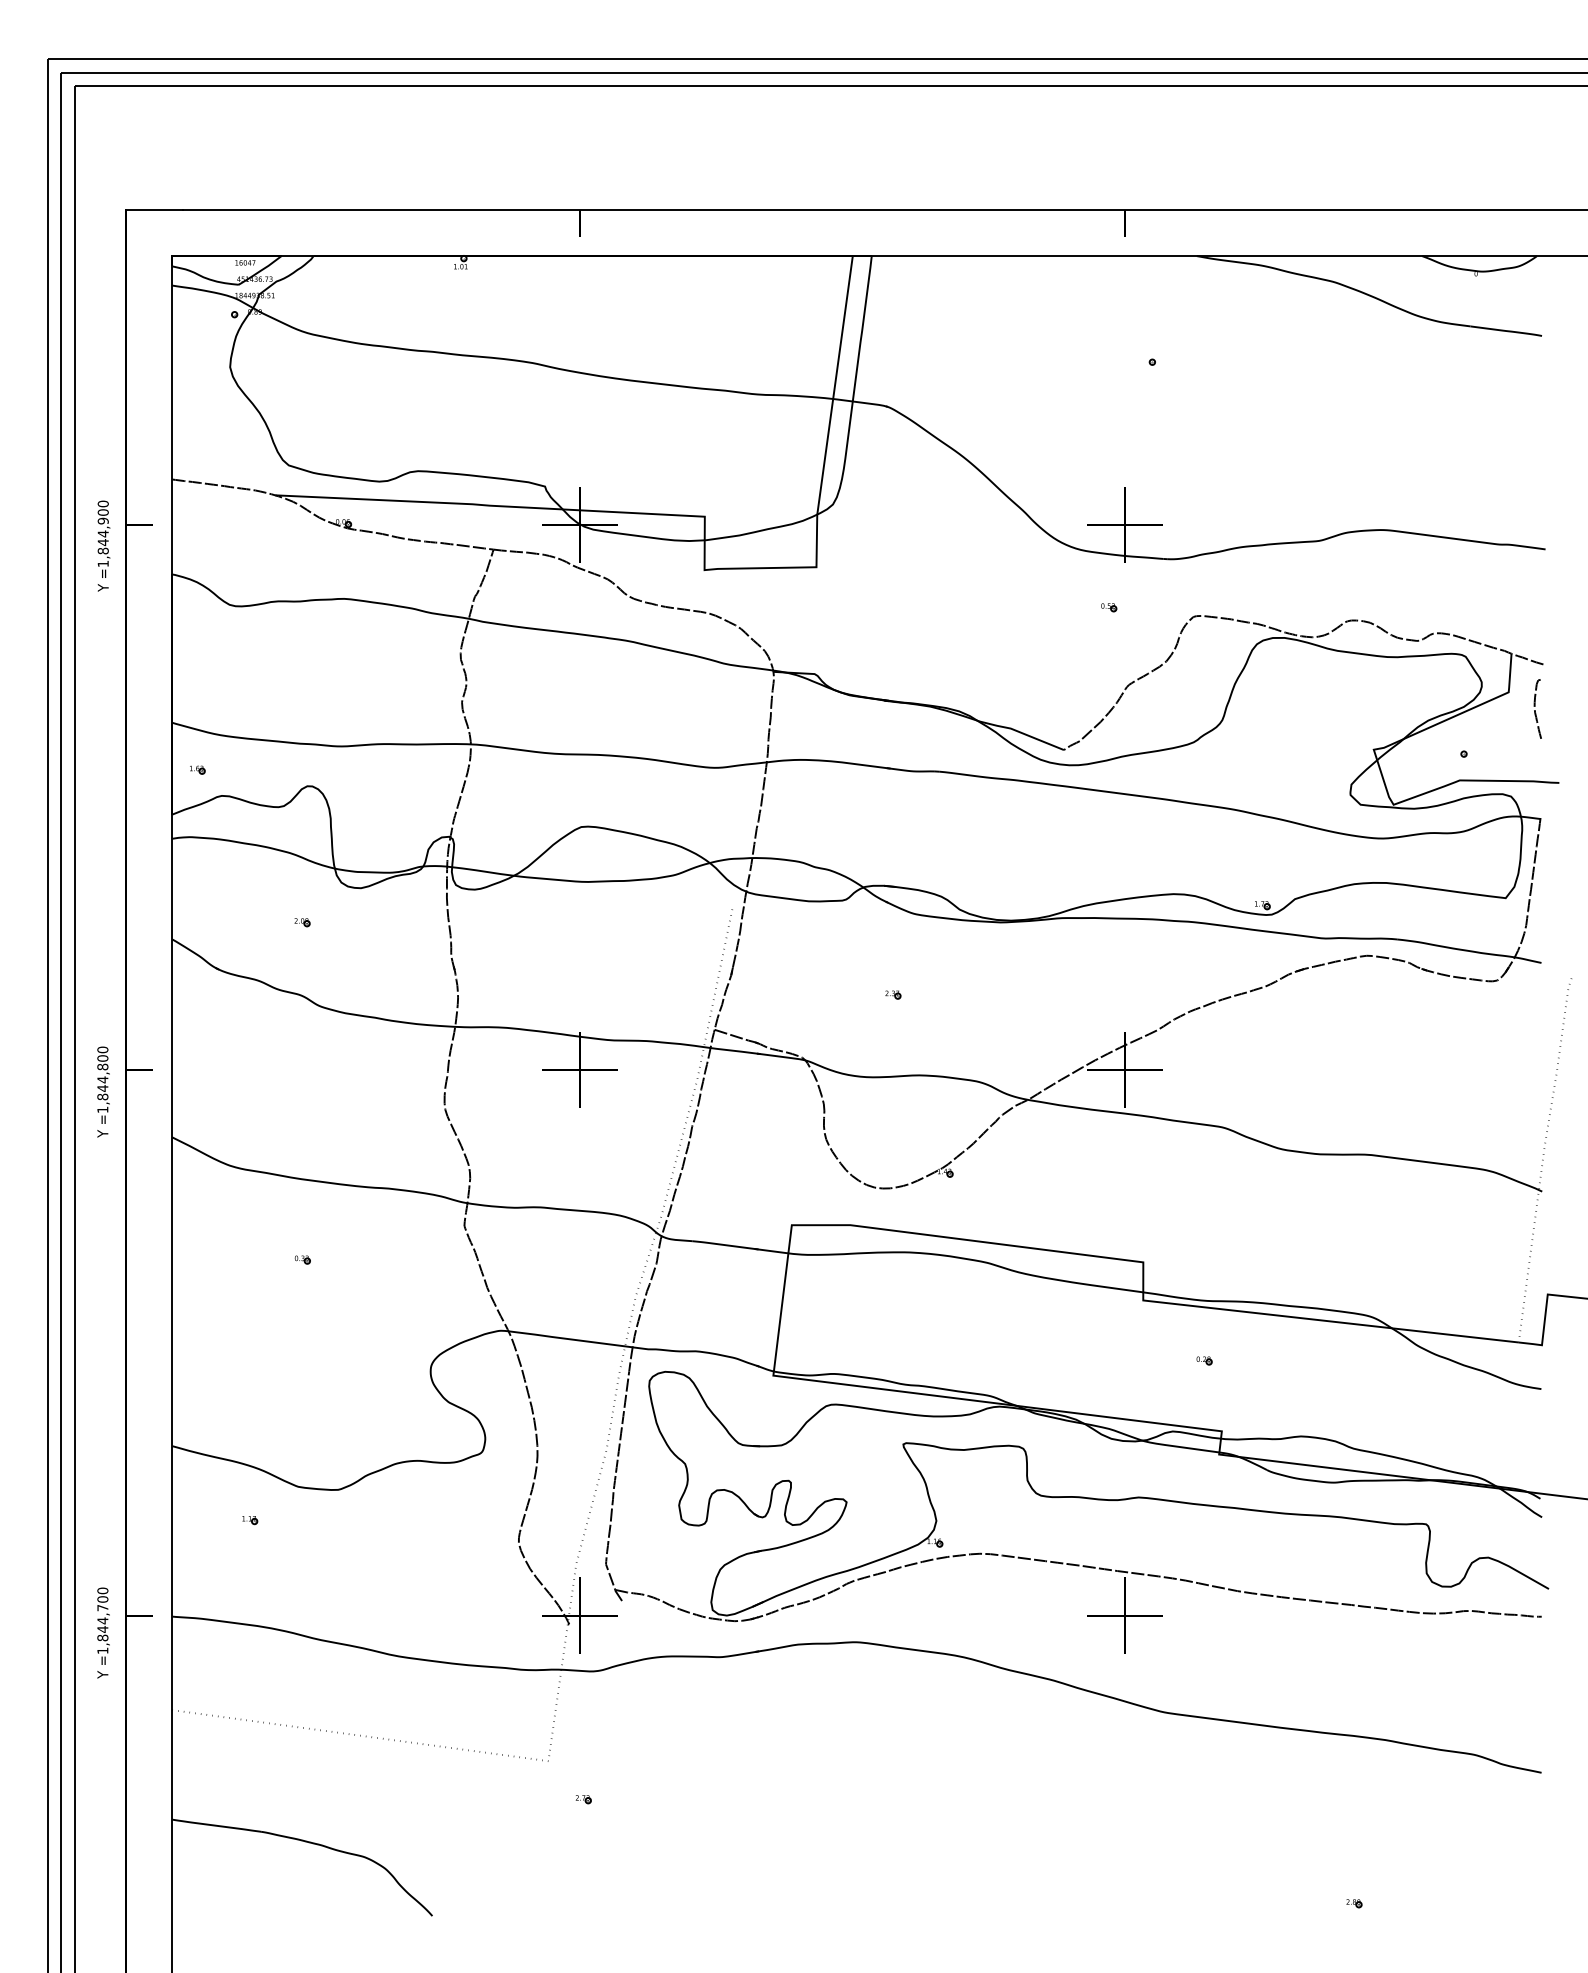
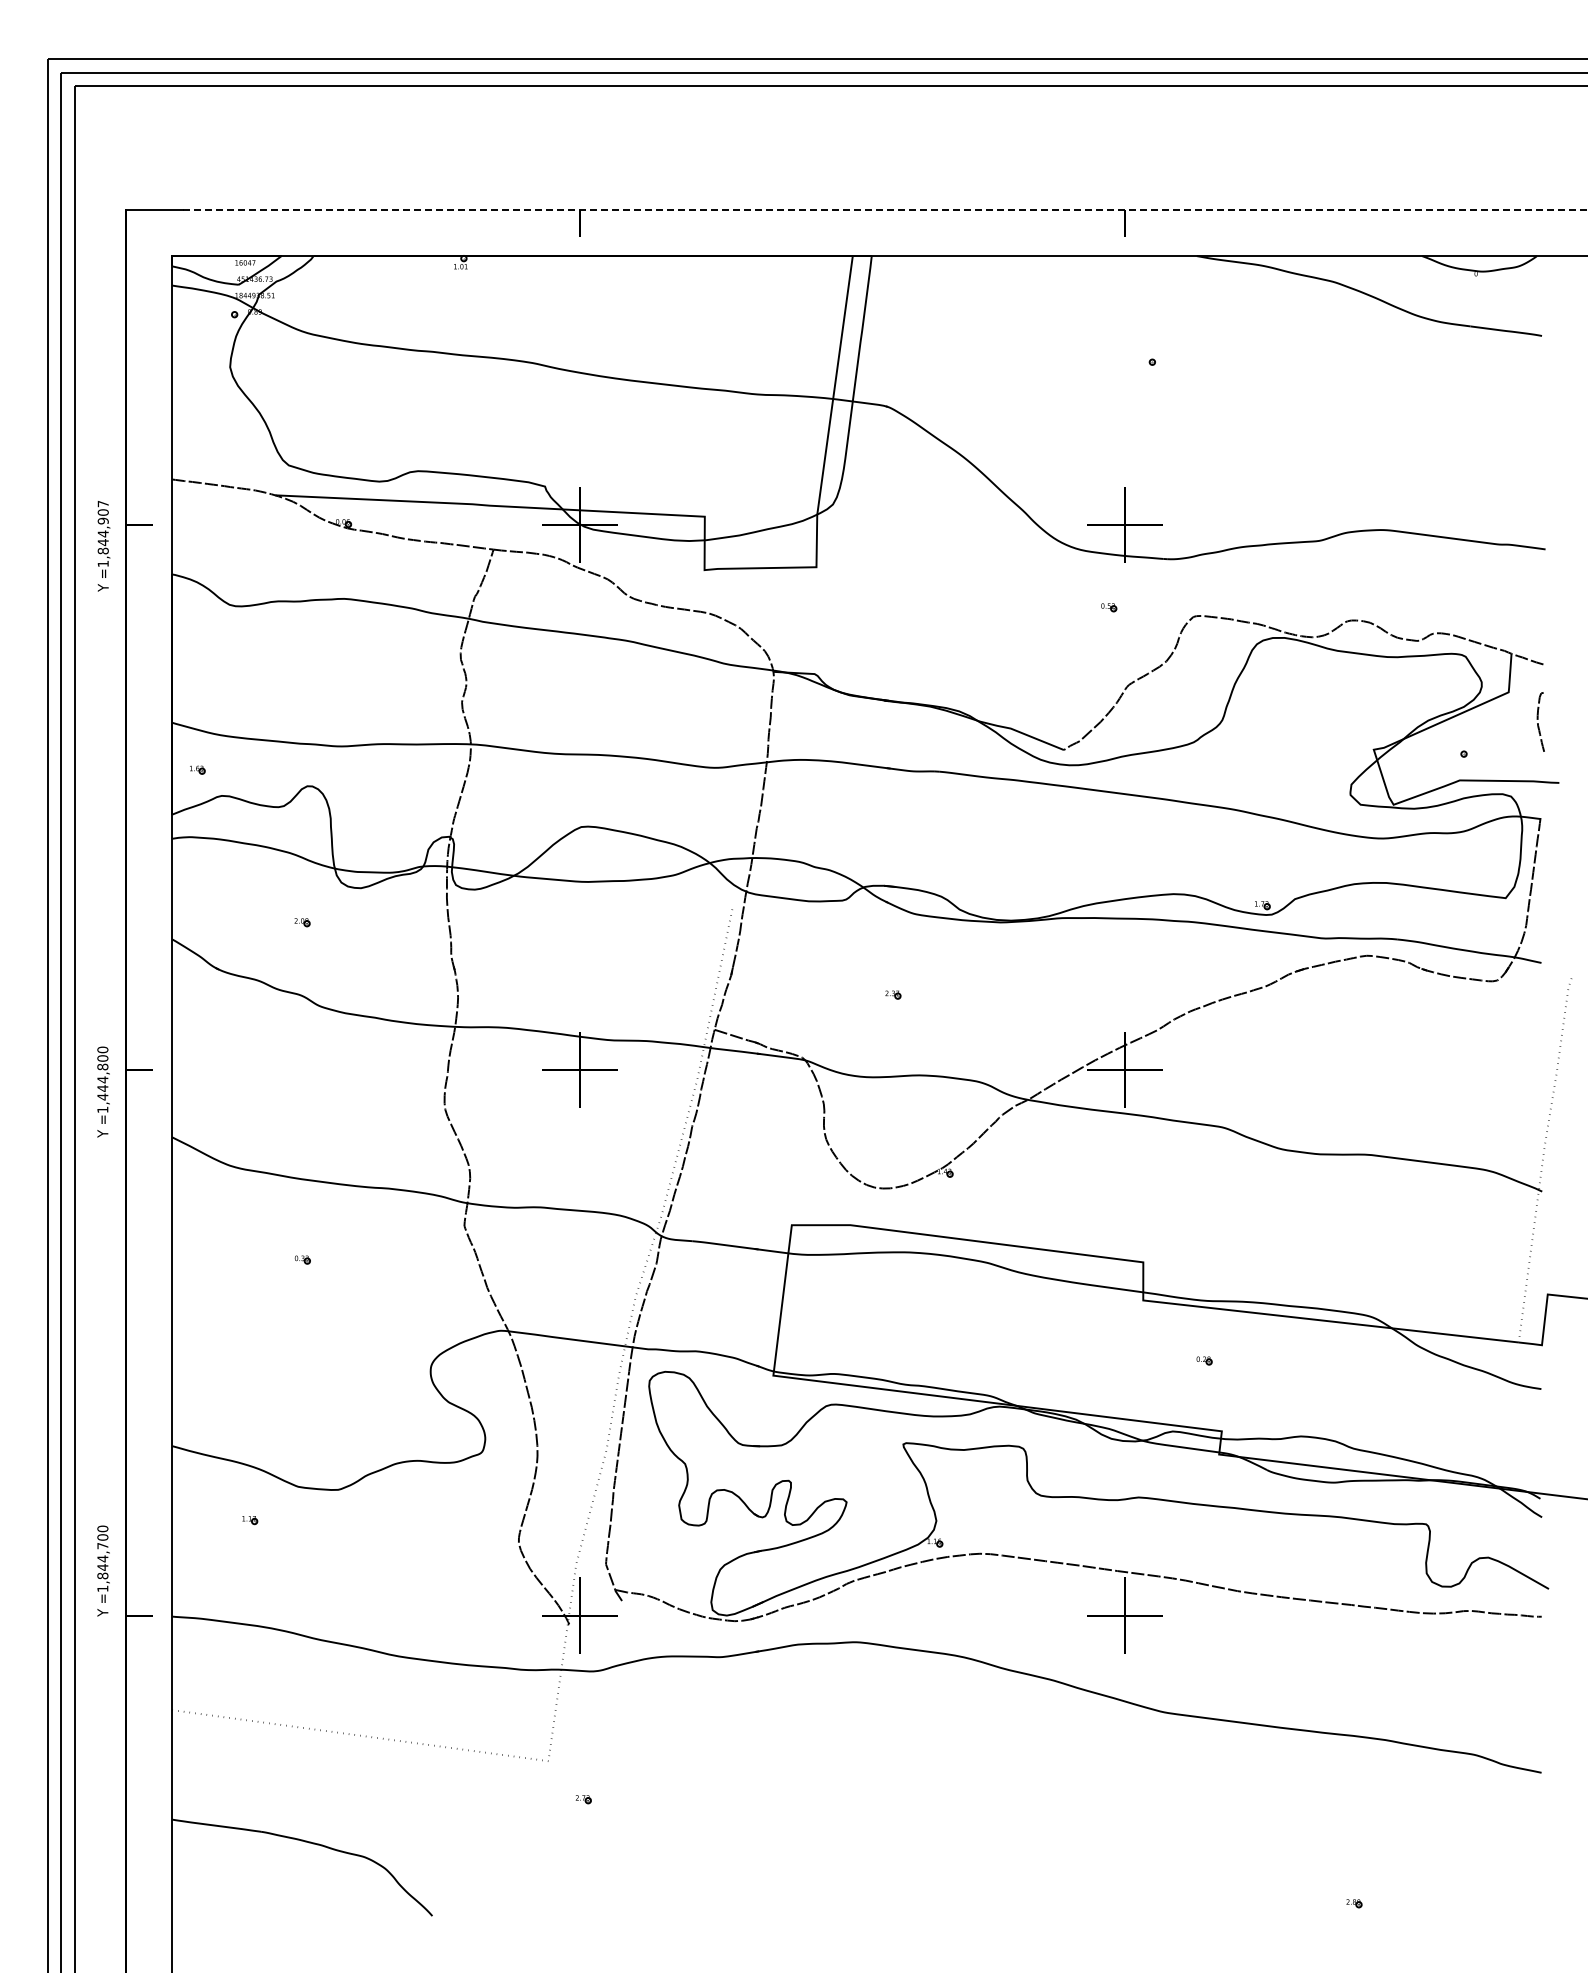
line at (885, 209): solid -> dashed
text at (102, 503): =1,844,900 -> =1,844,907
curve at (1535, 706) position: (1535, 706) -> (1538, 719)
text at (102, 1096): =1,844,800 -> =1,444,800
text at (103, 1632) position: (103, 1632) -> (103, 1570)
